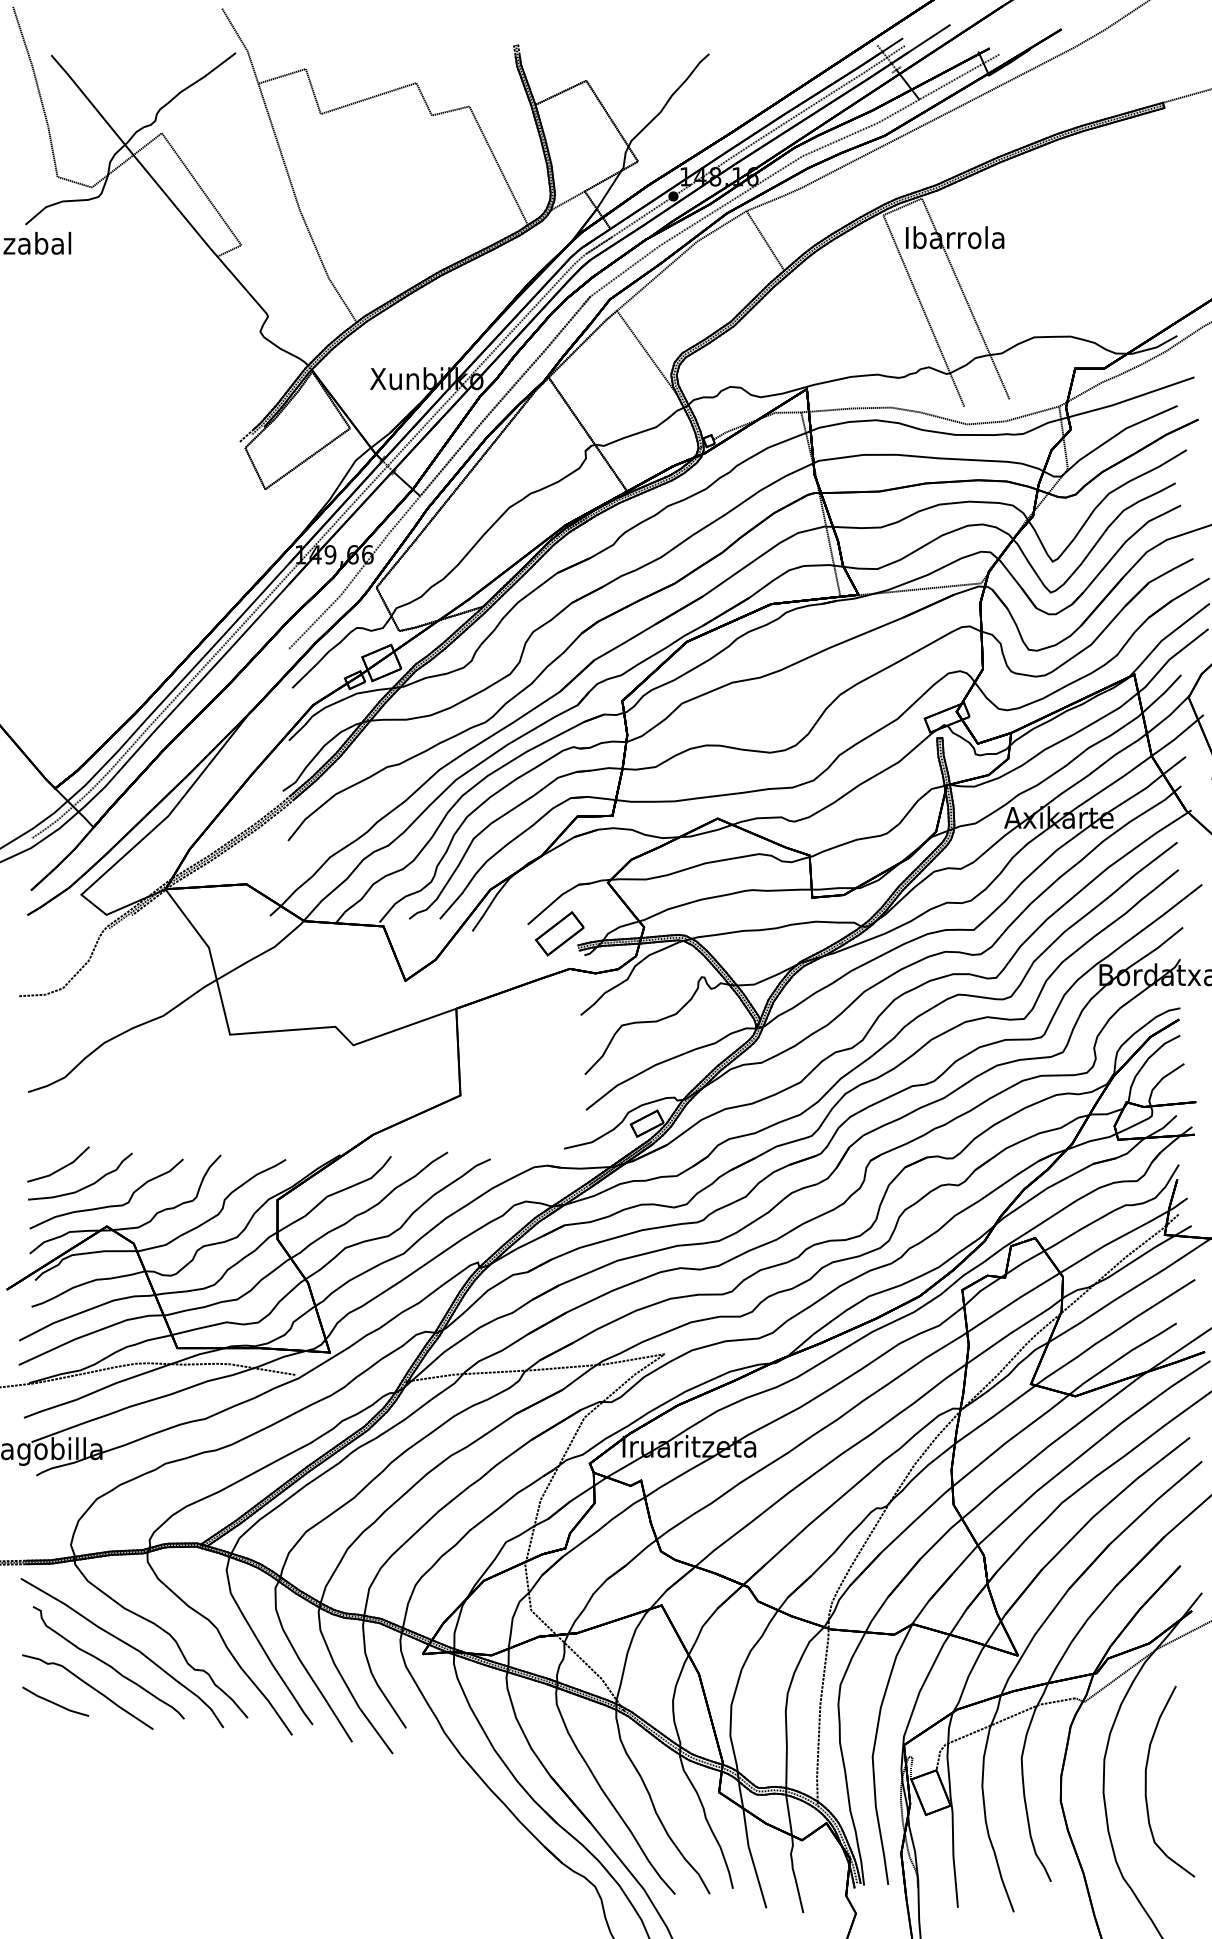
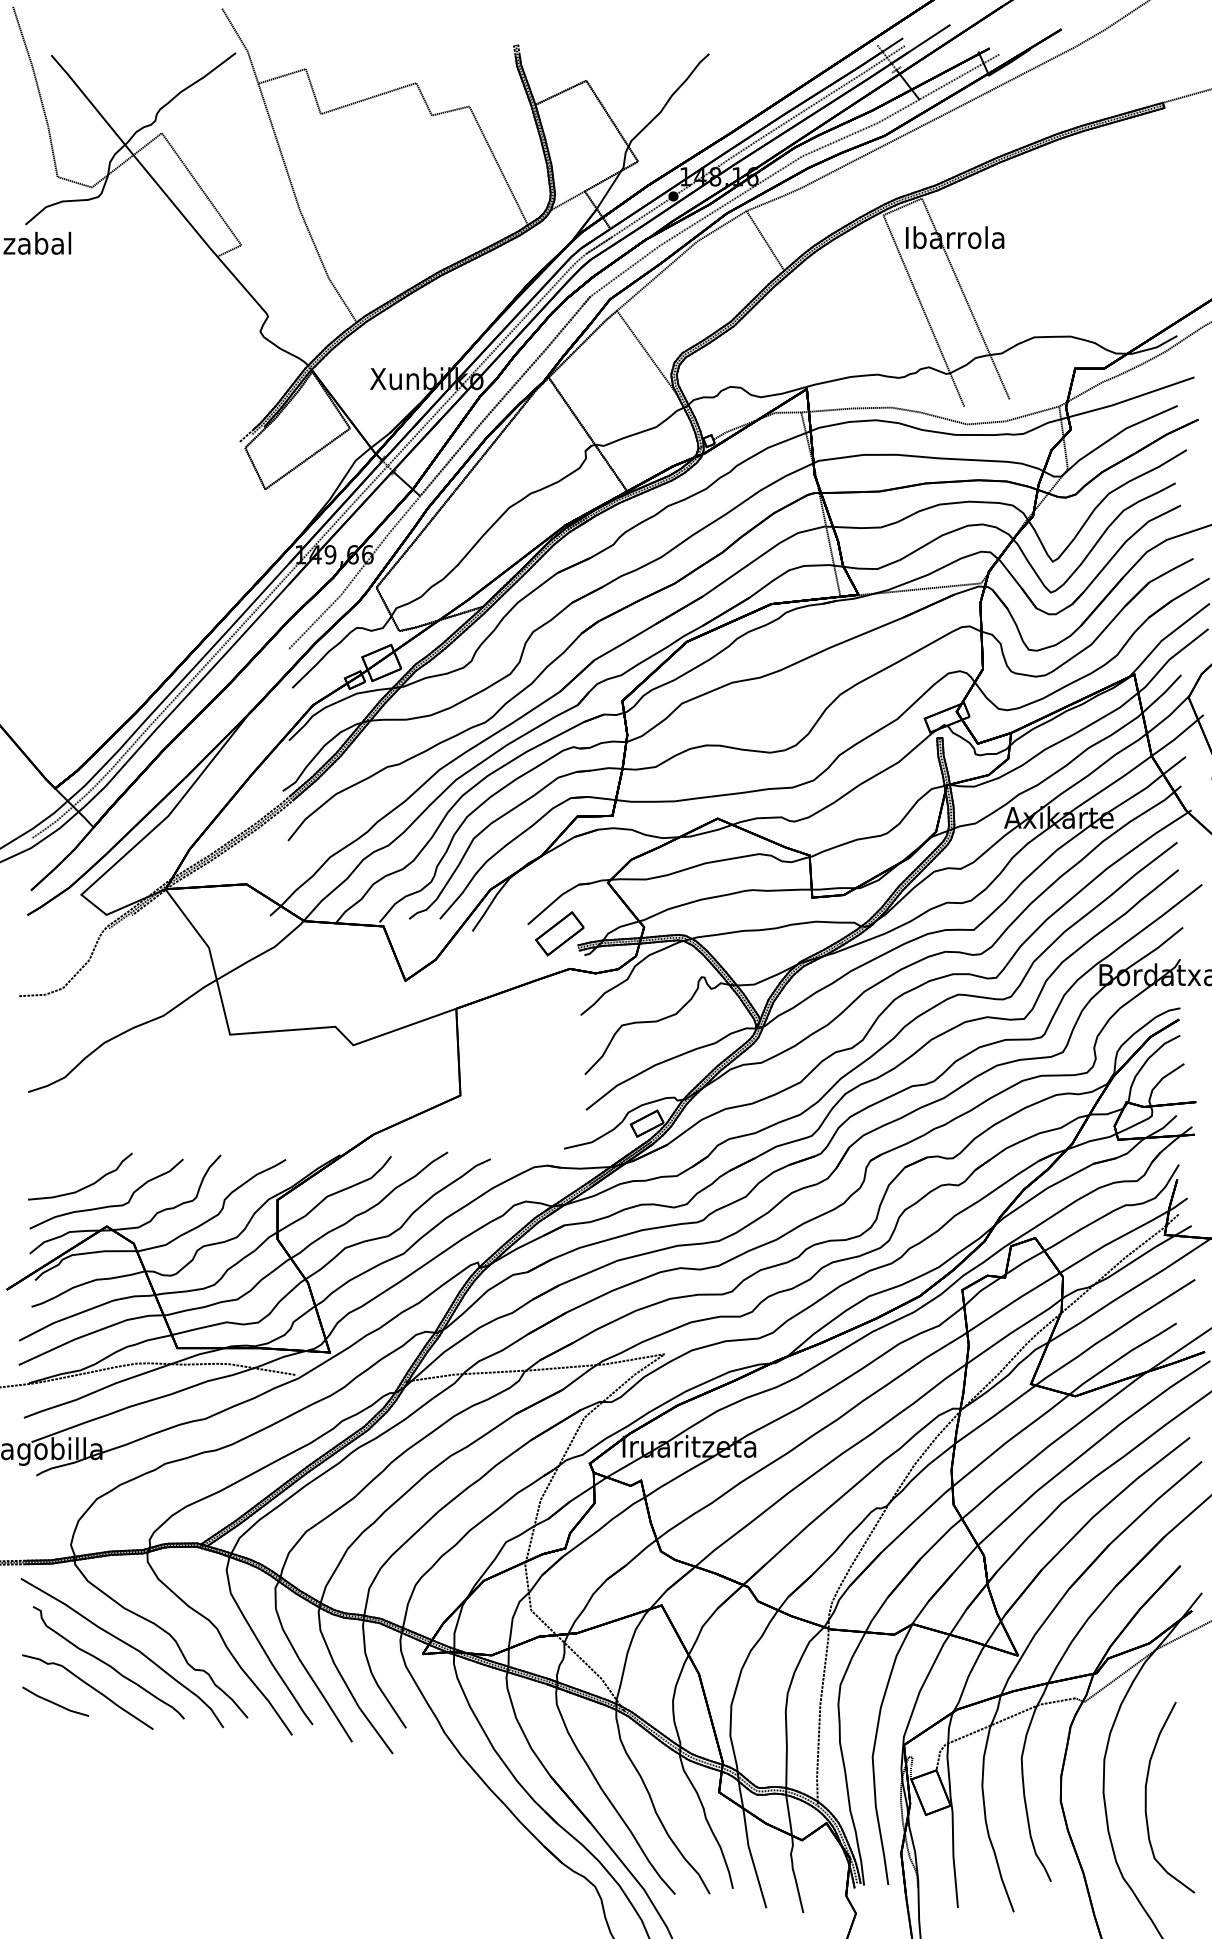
part at (58, 1164): present -> none
part at (1146, 1781) position: (1146, 1781) -> (1146, 1797)
